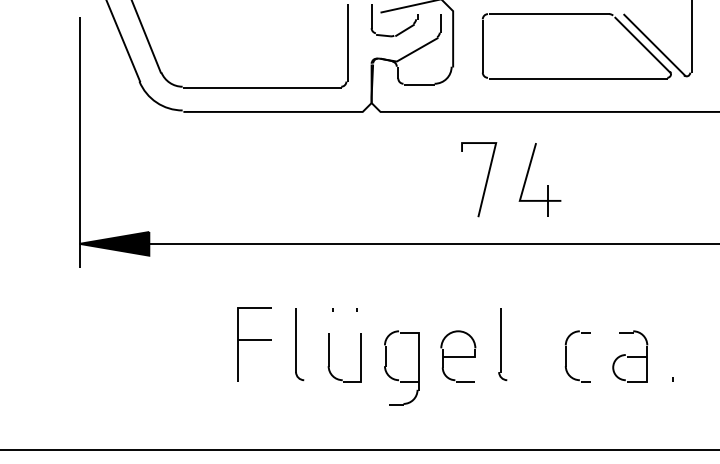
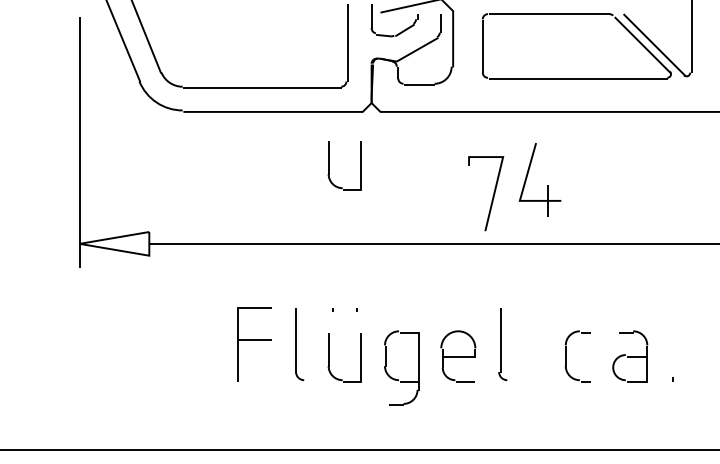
part at (329, 165): none -> present
curve at (485, 182) position: (485, 182) -> (492, 196)
fill at (114, 243): present -> none
